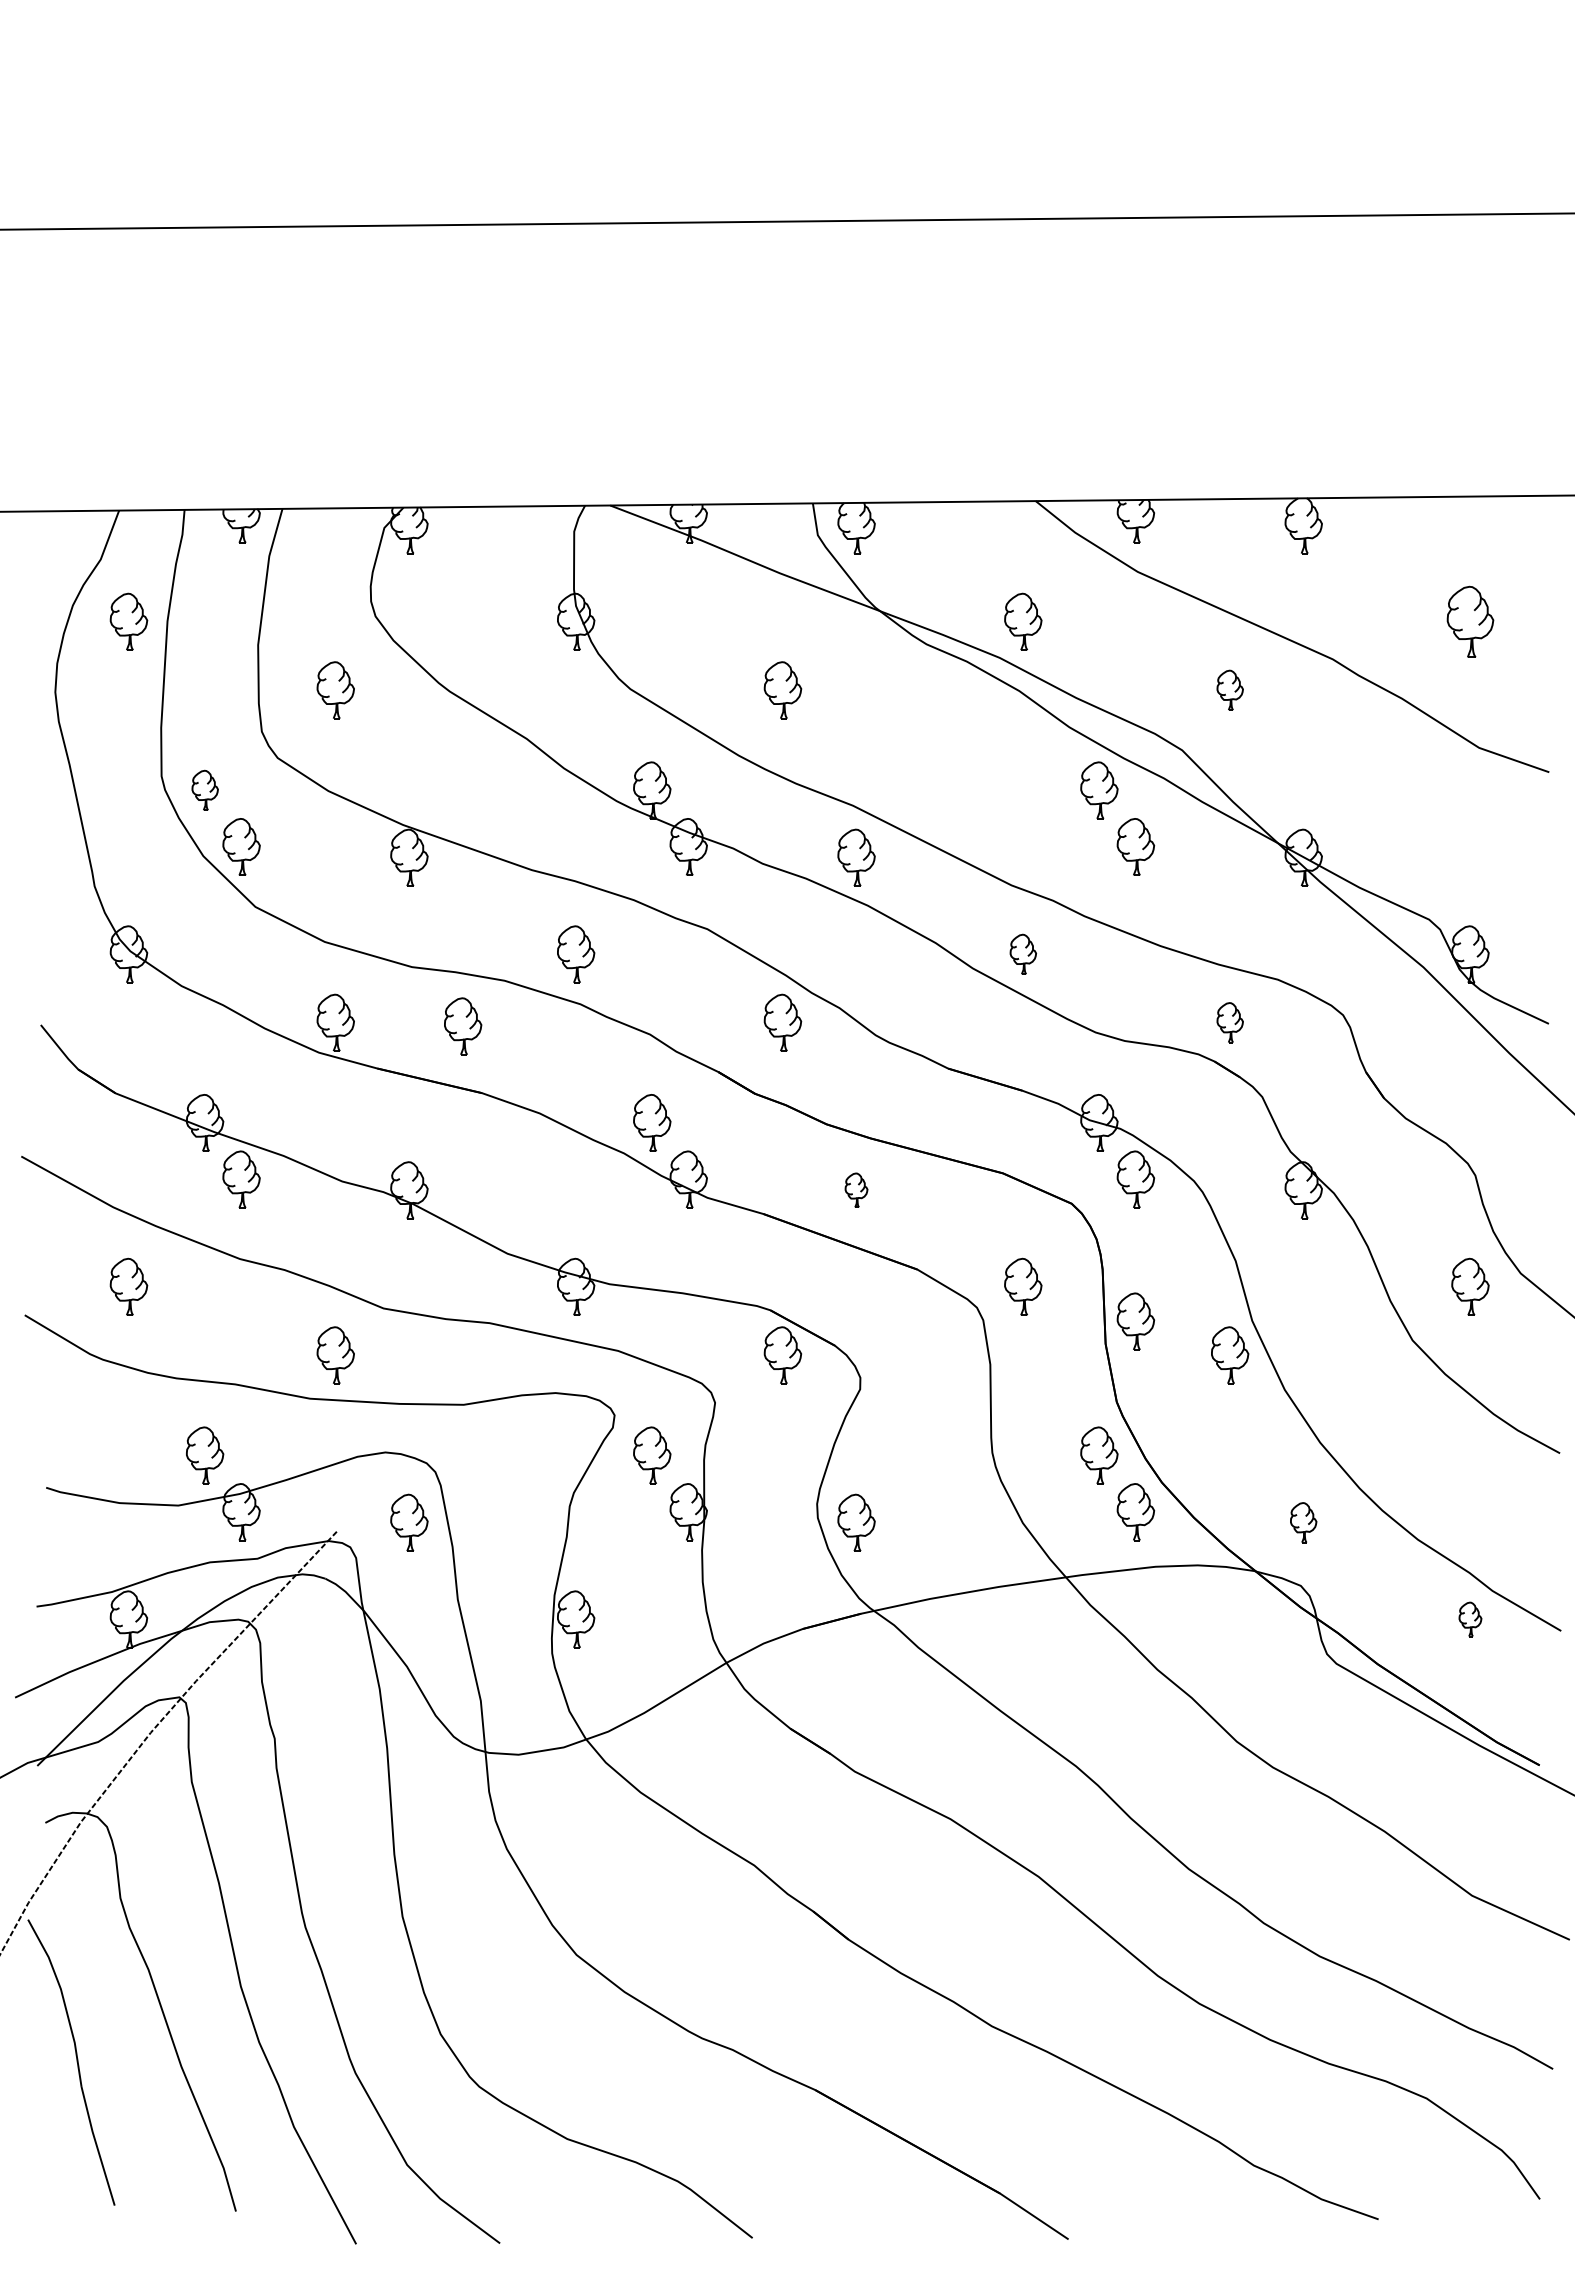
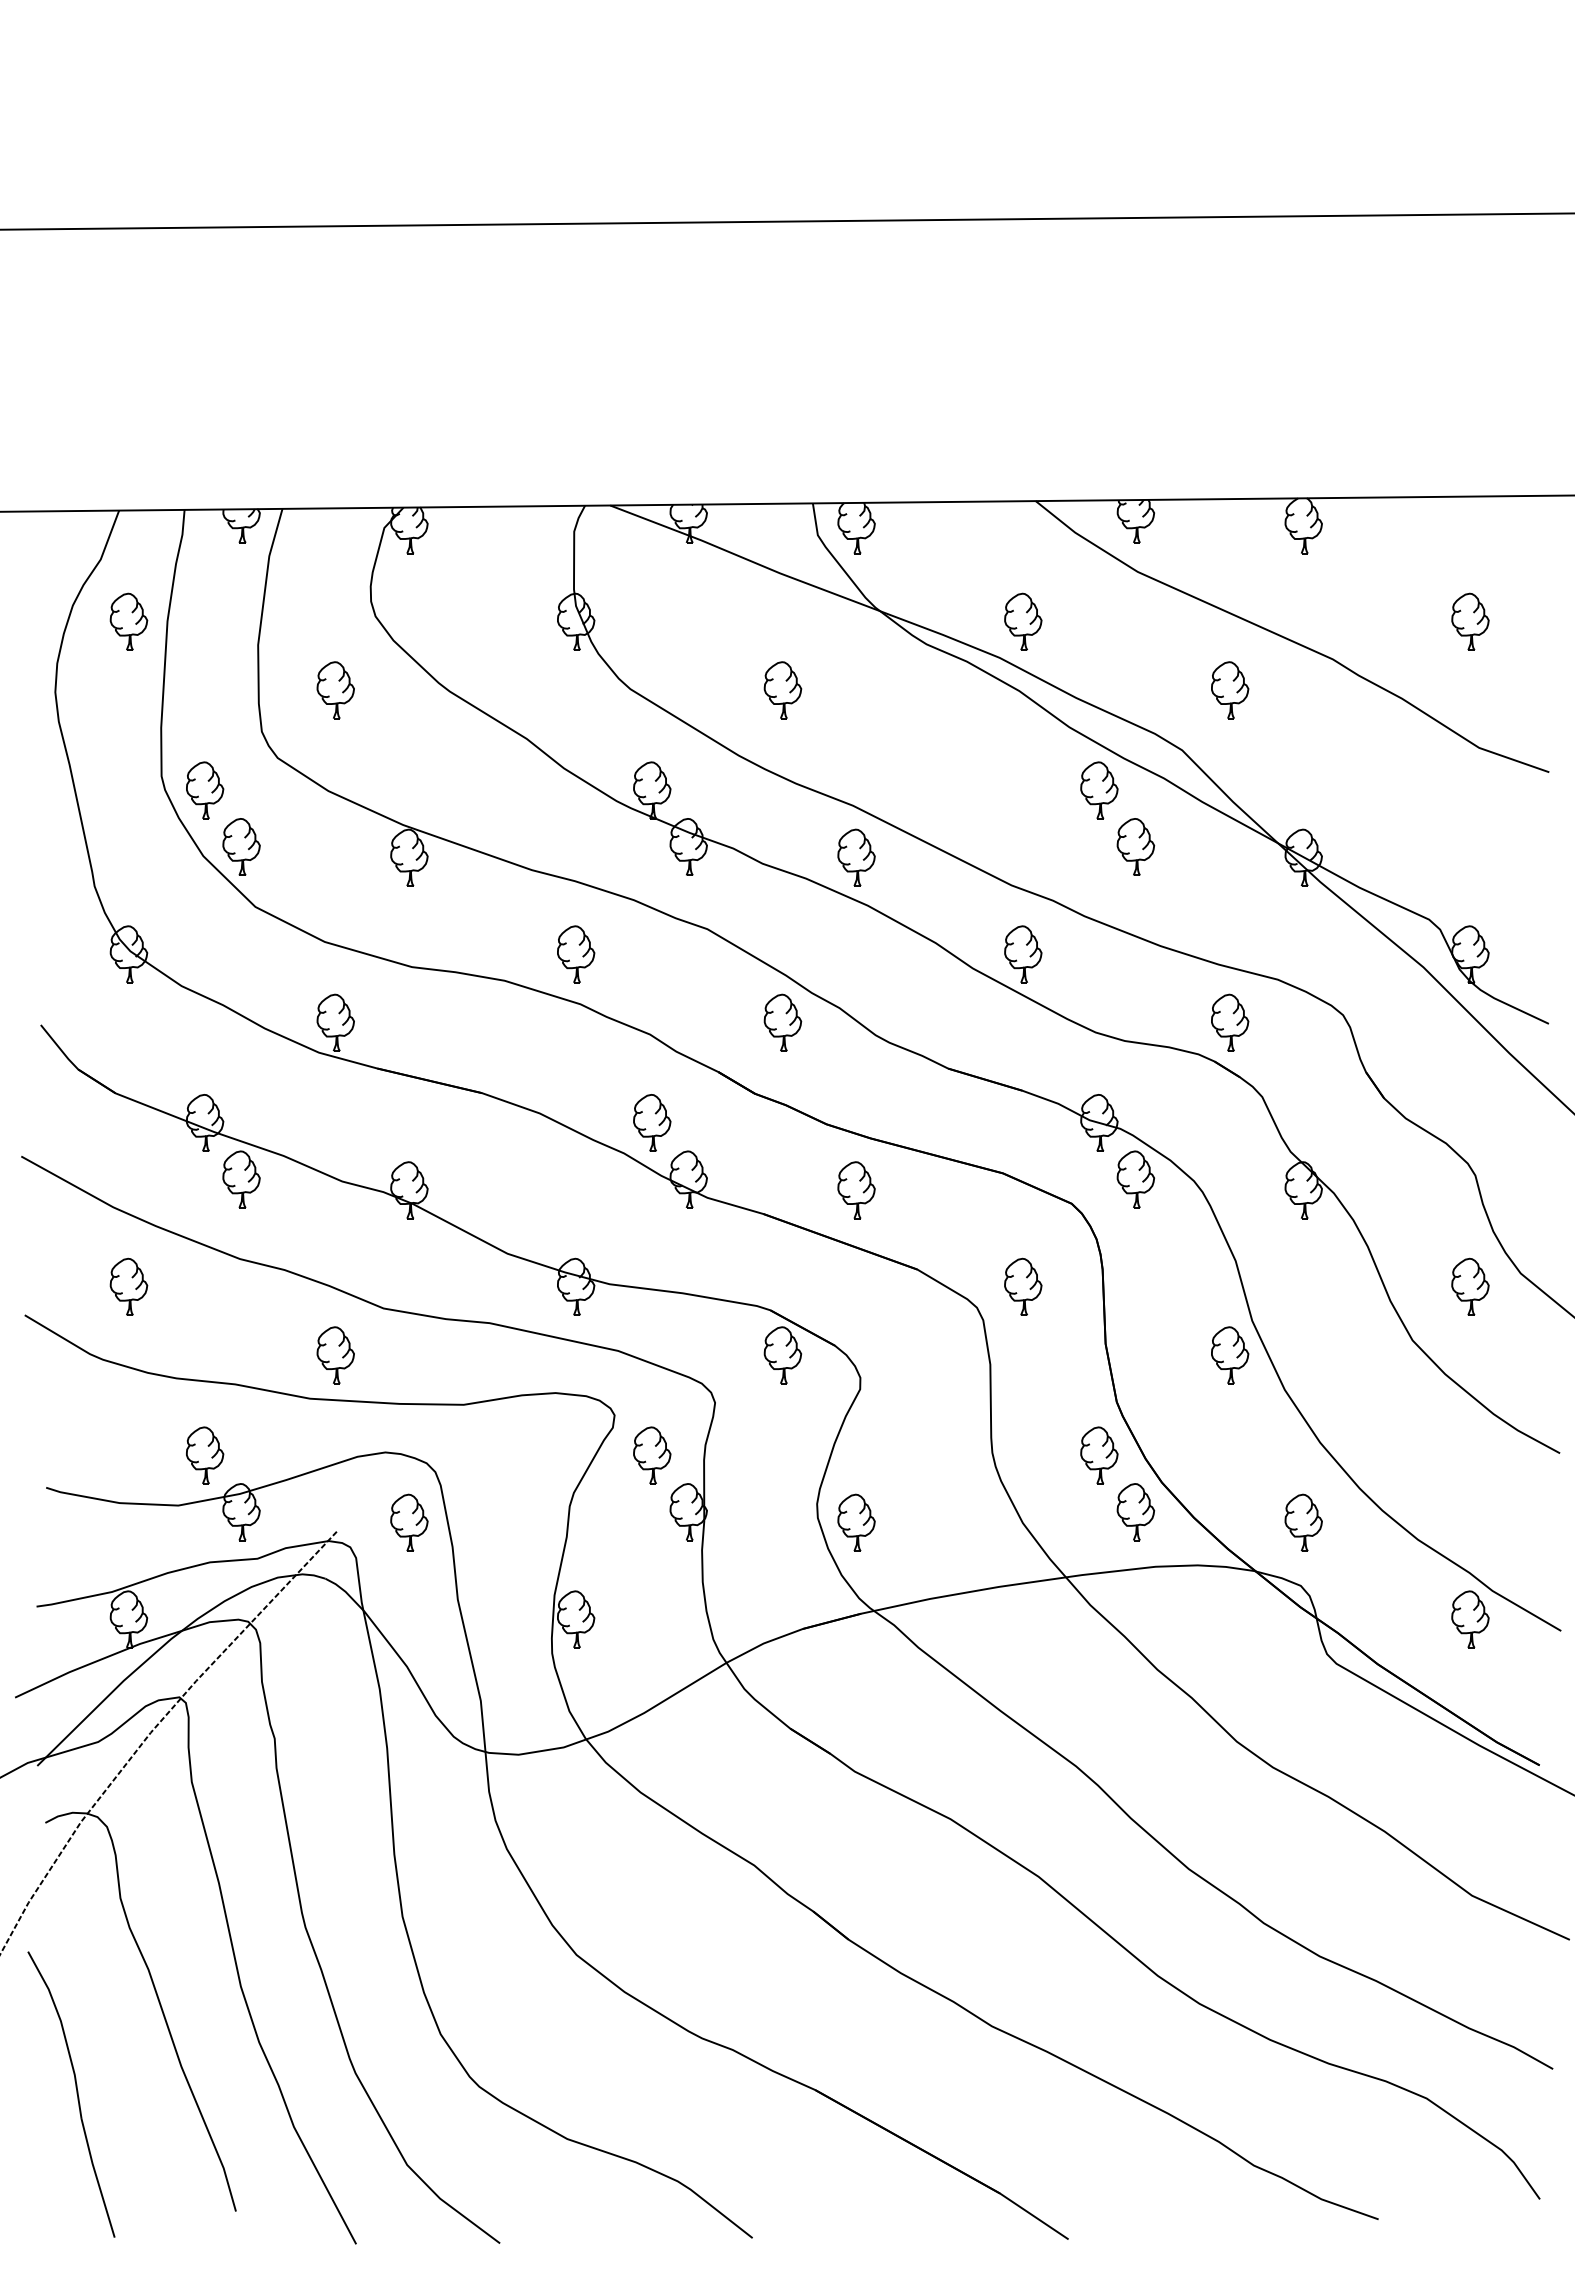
part at (1470, 621) size: 49x73 px -> 39x59 px
part at (1229, 689) size: 28x42 px -> 39x59 px
part at (204, 789) size: 28x42 px -> 39x59 px
part at (1022, 953) size: 28x42 px -> 39x59 px
part at (1229, 1022) size: 28x42 px -> 39x59 px
part at (463, 1026): present -> none
part at (856, 1189) size: 25x36 px -> 39x59 px
part at (1135, 1321): present -> none
part at (1303, 1522) size: 28x42 px -> 39x59 px
part at (1470, 1619) size: 25x37 px -> 39x59 px
part at (71, 2062) position: (71, 2062) -> (71, 2094)
